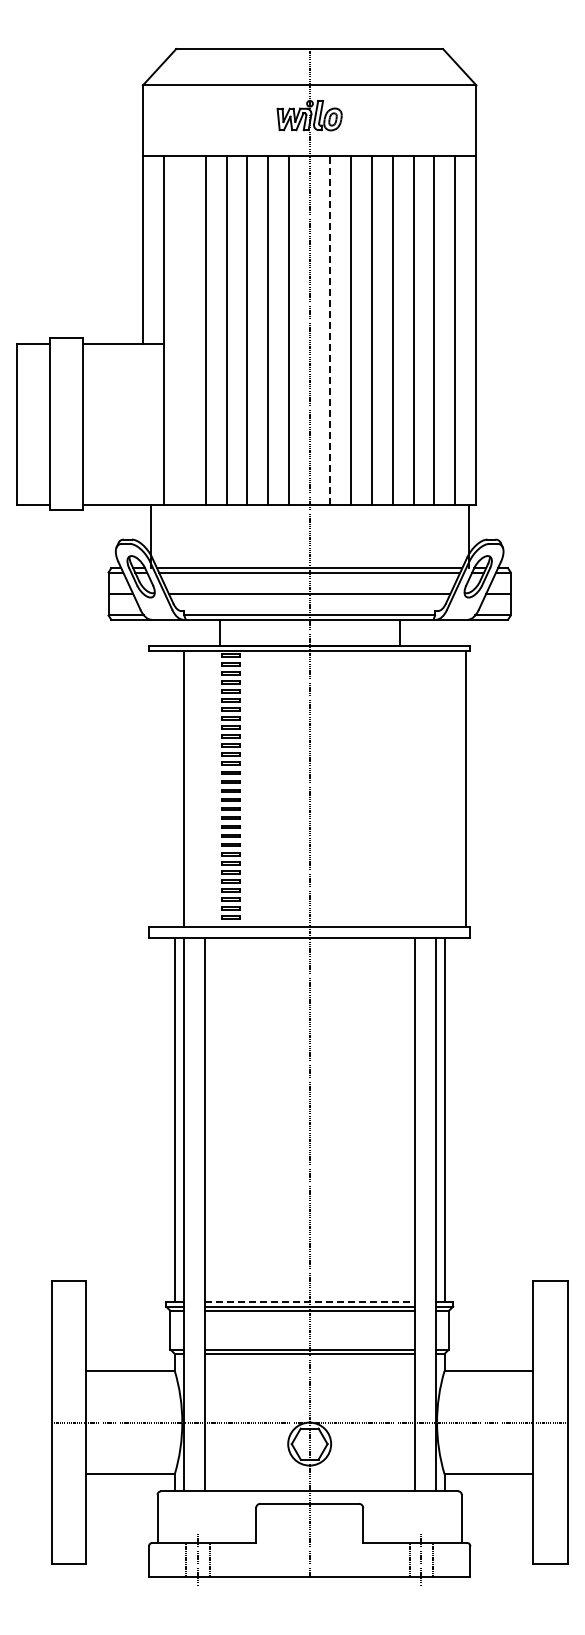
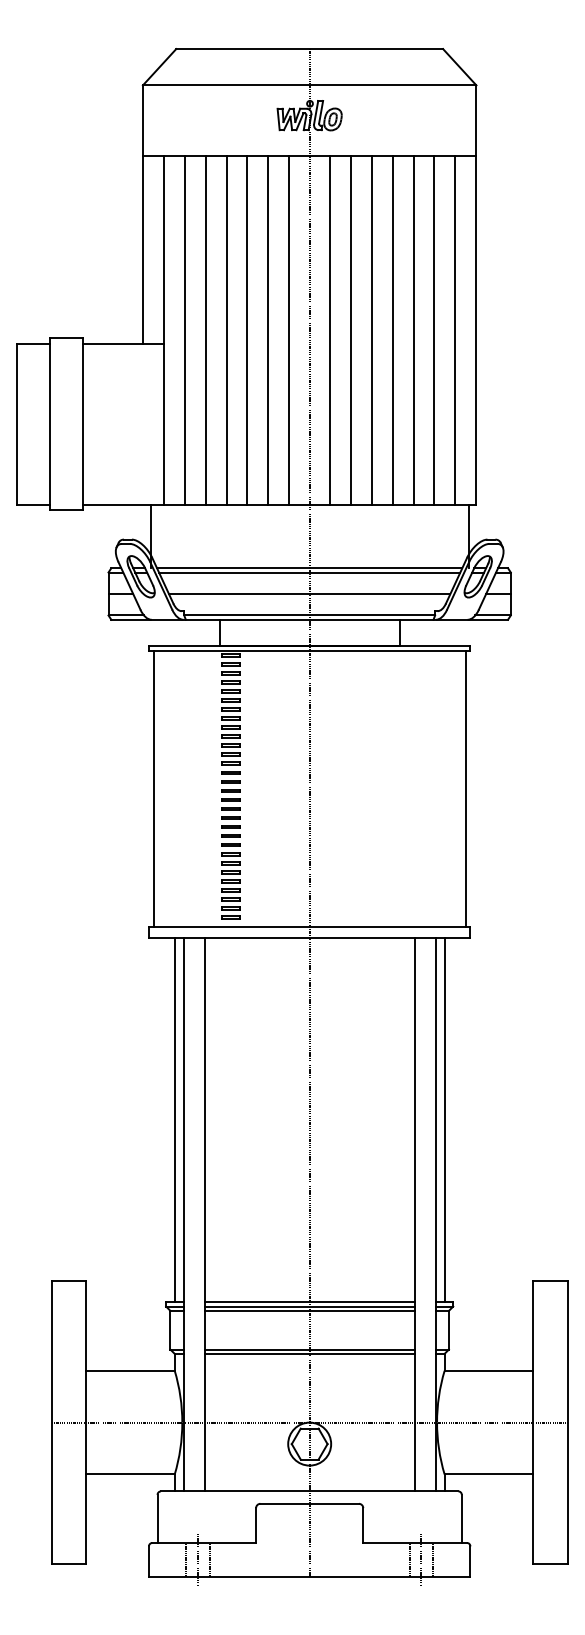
line at (330, 329): dashed -> solid
line at (185, 330): none -> present
line at (183, 789) position: (183, 789) -> (153, 789)
line at (310, 1302): dashed -> solid
